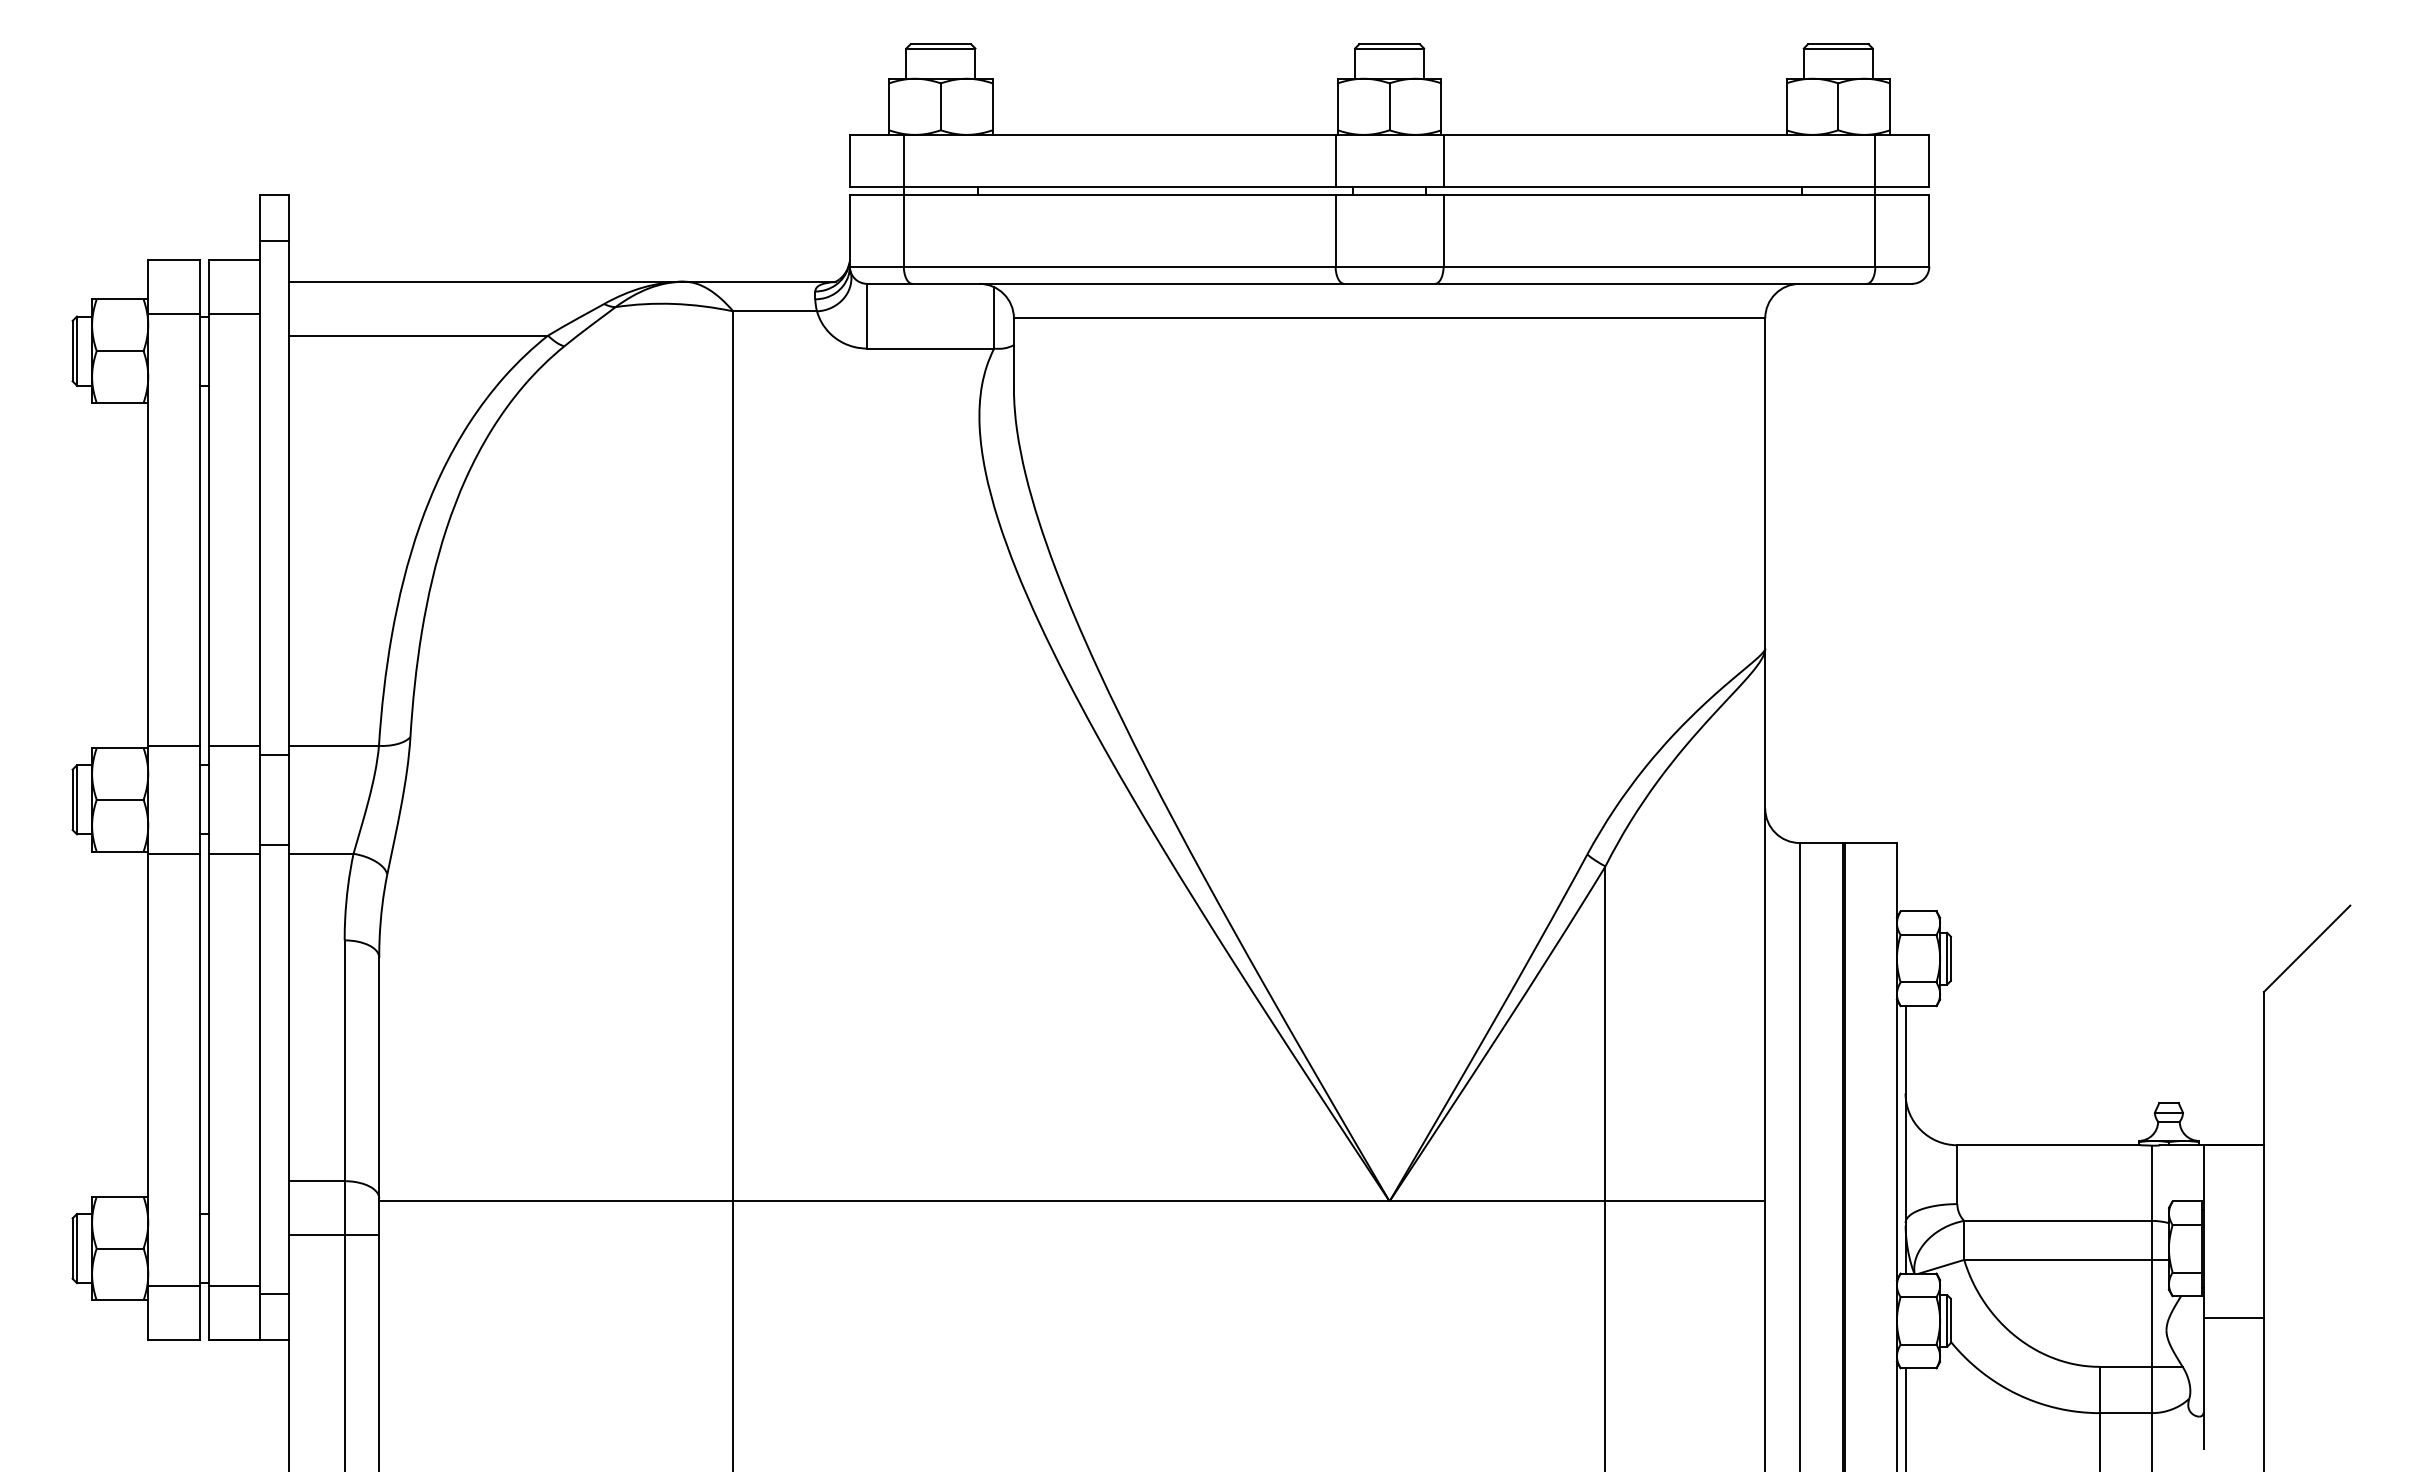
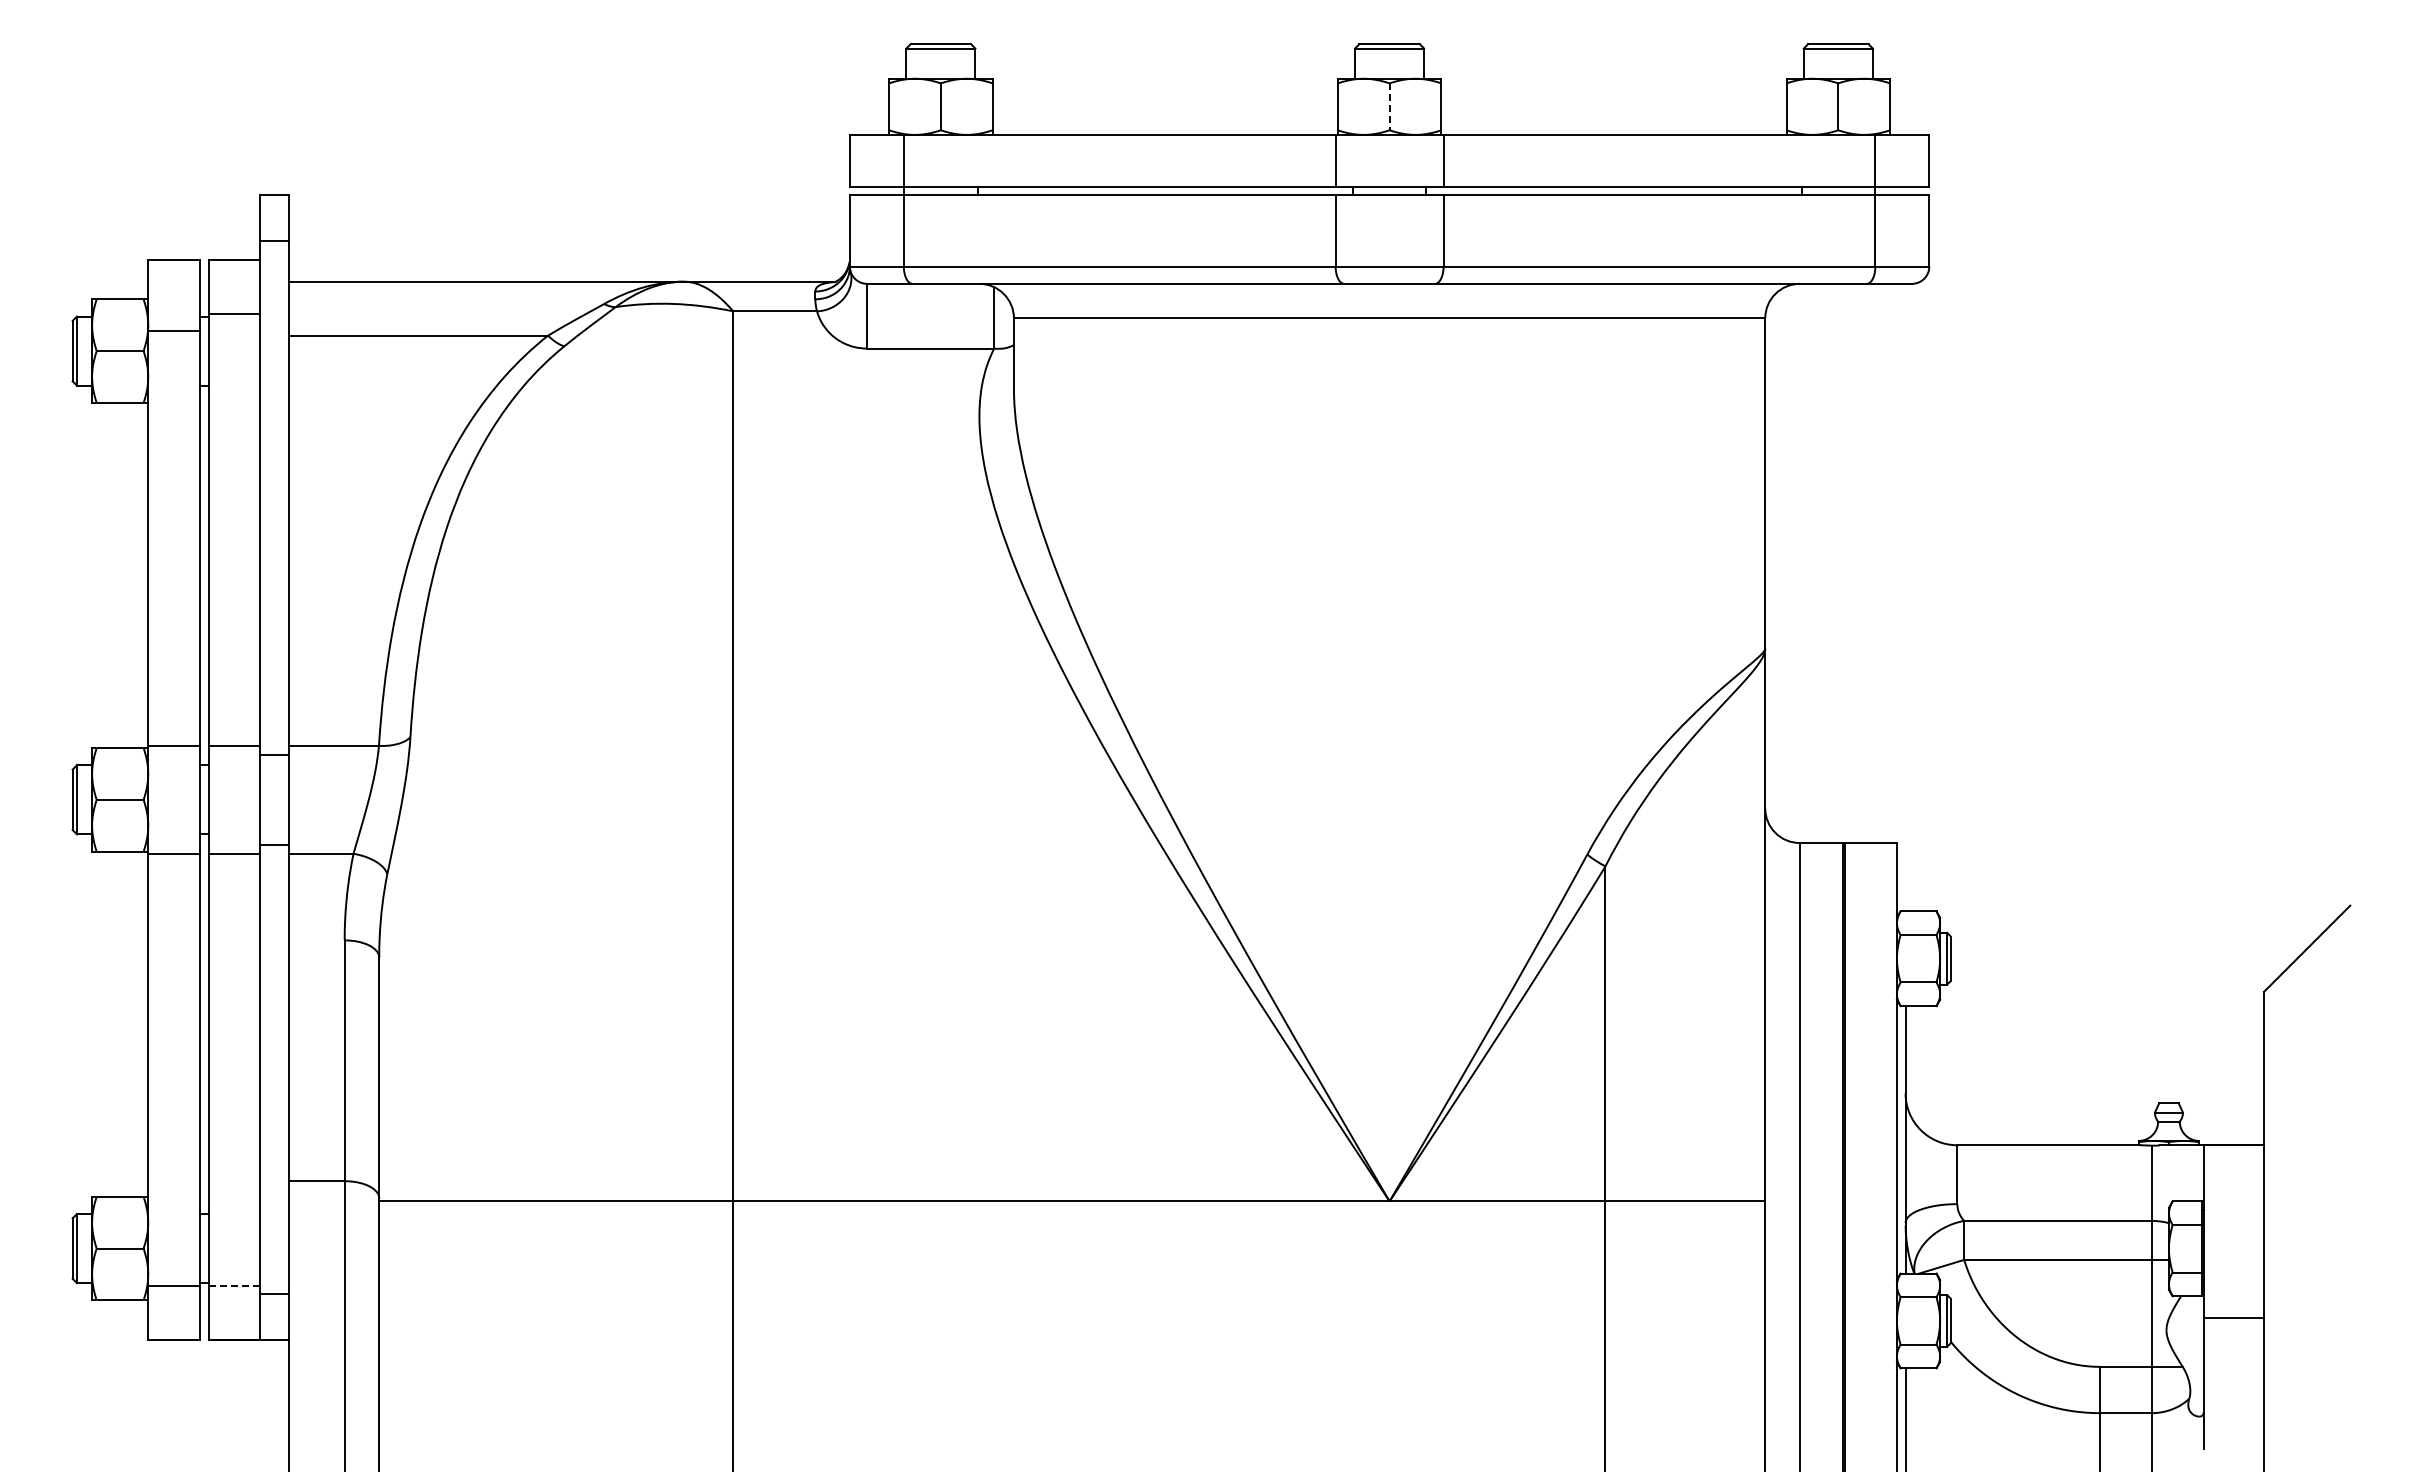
line at (1389, 107): solid -> dashed
line at (174, 314) position: (174, 314) -> (174, 331)
line at (333, 1235): present -> none
line at (234, 1285): solid -> dashed
